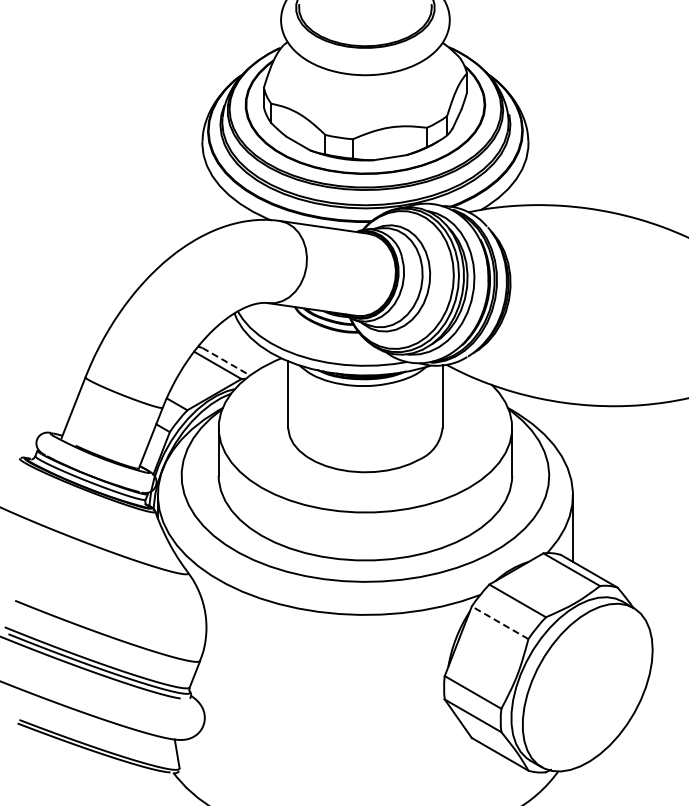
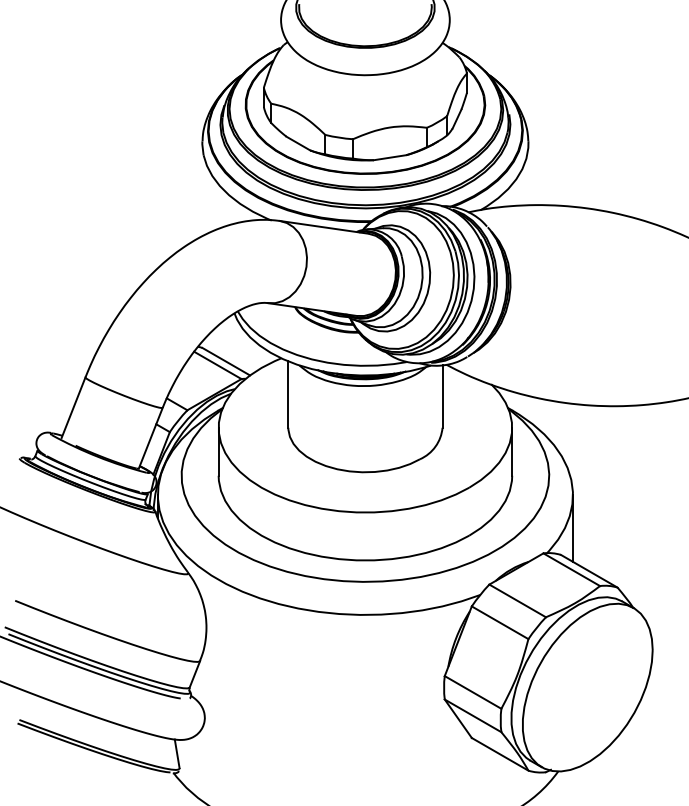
line at (226, 361): dashed -> solid
line at (500, 622): dashed -> solid
